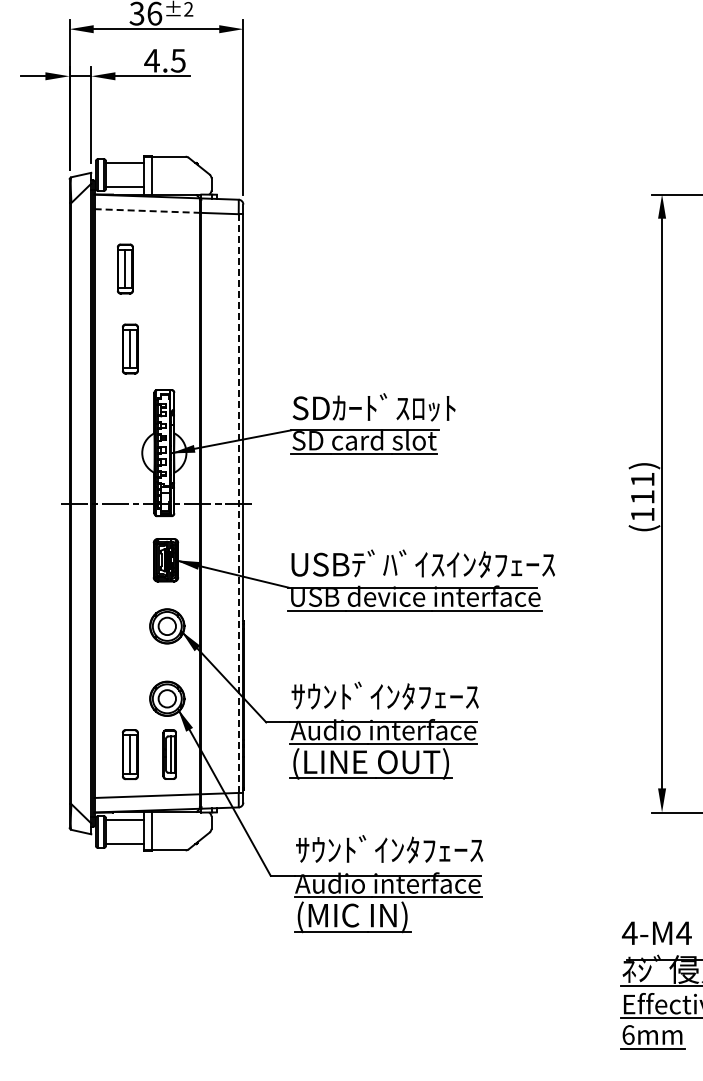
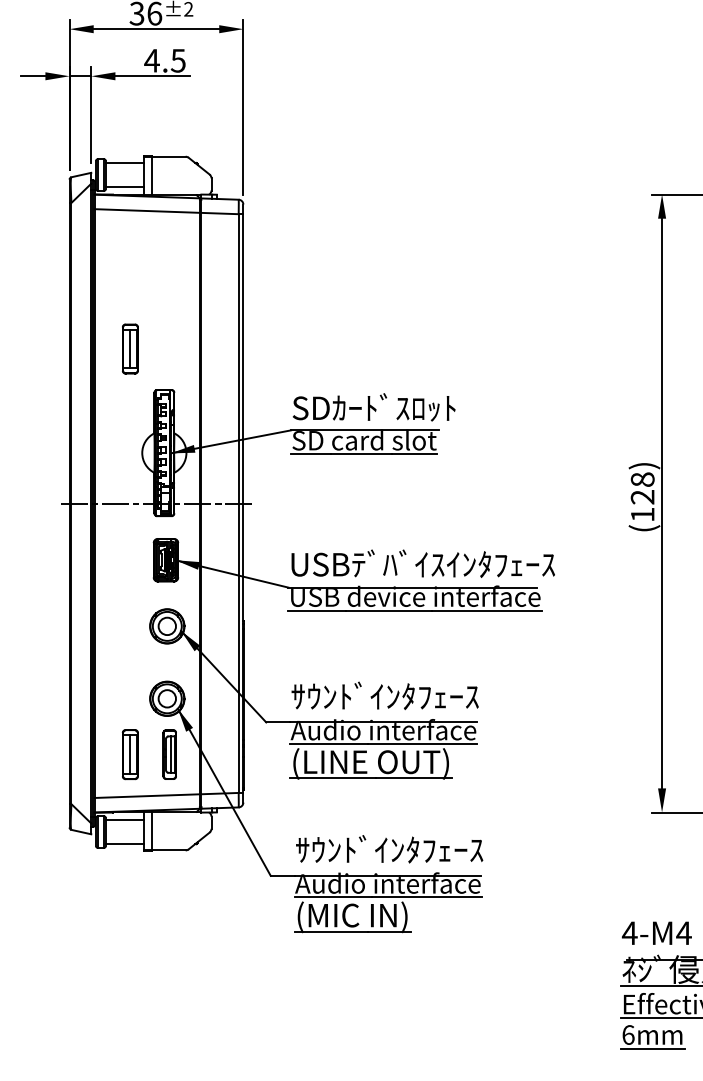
line at (147, 211): dashed -> solid
part at (125, 268): present -> none
text at (642, 488): (111) -> (128)
line at (238, 504): dashed -> solid
